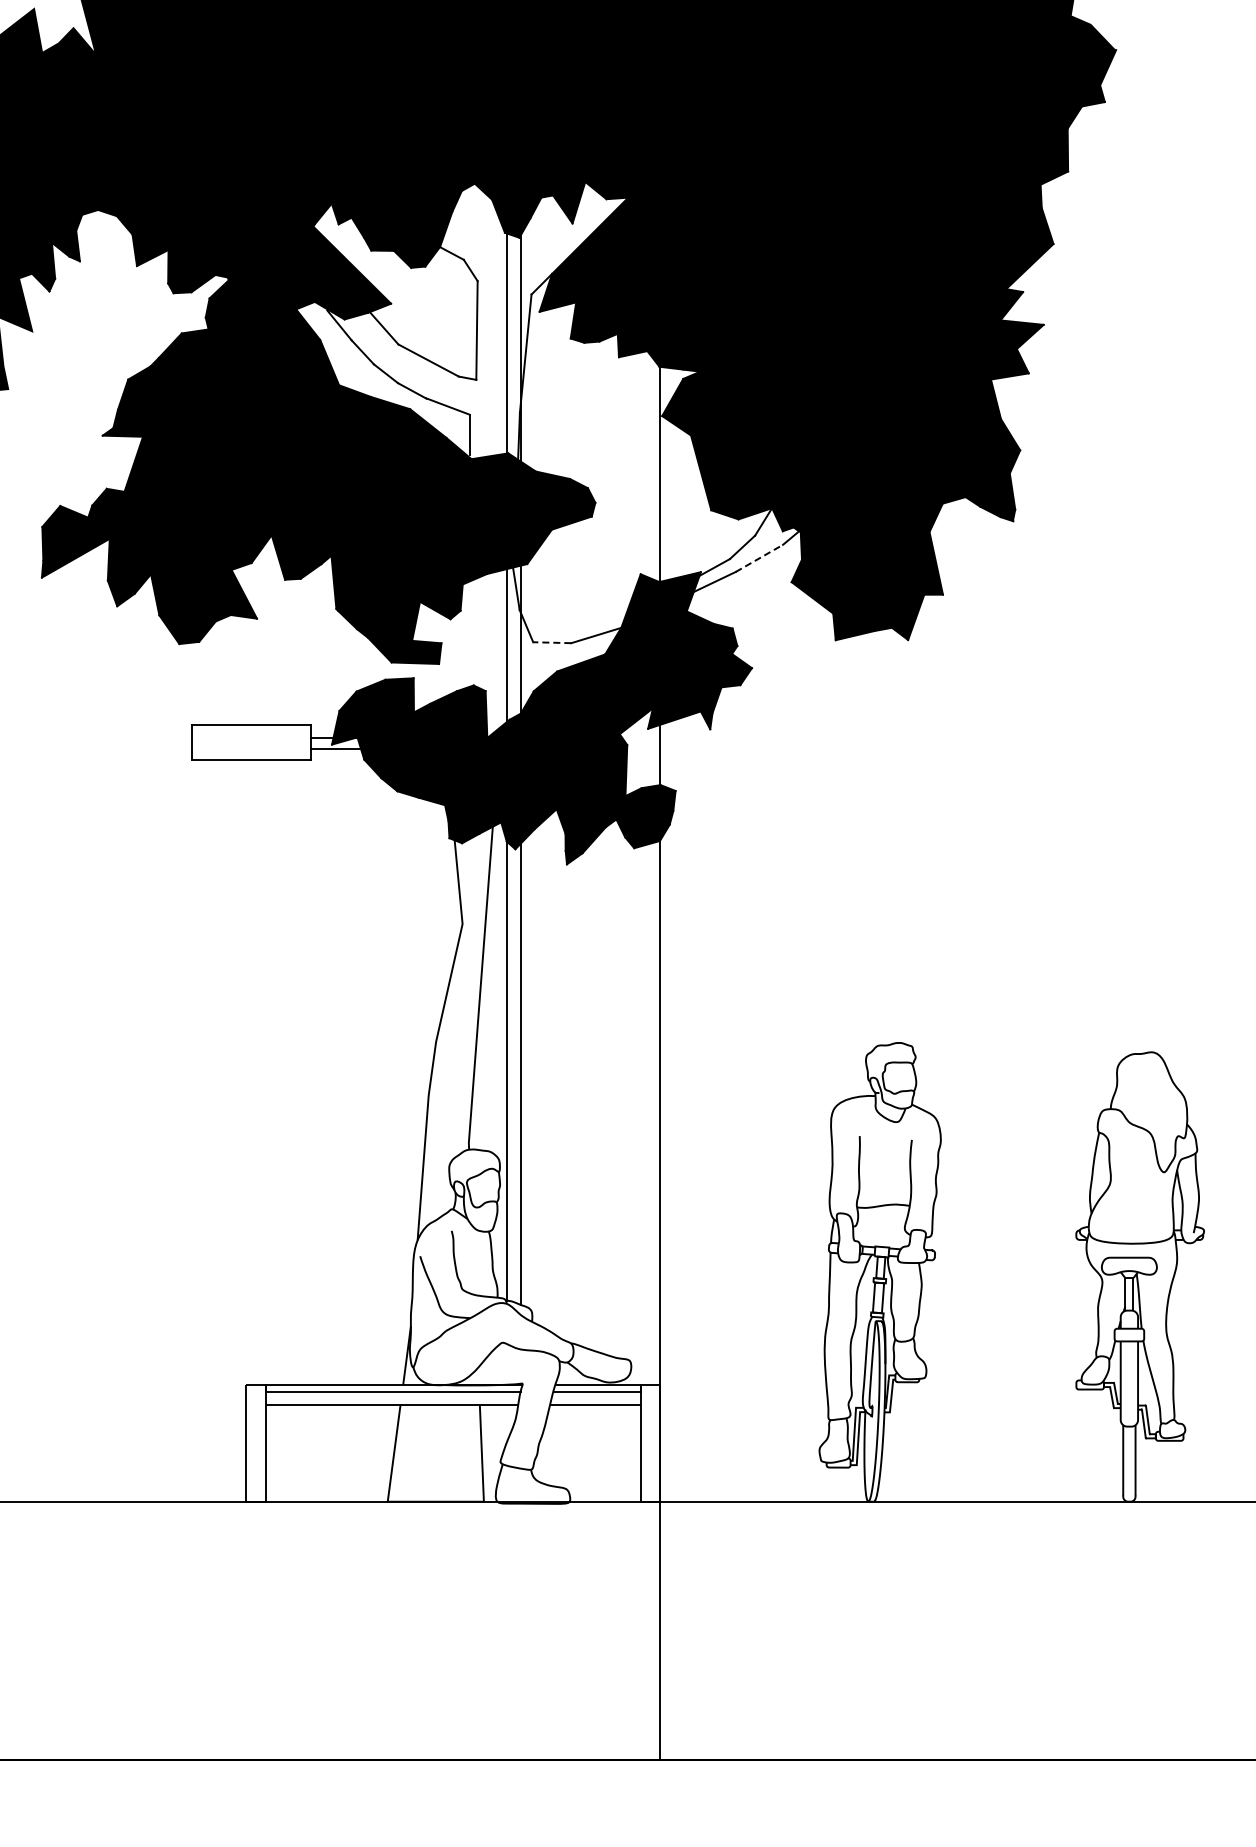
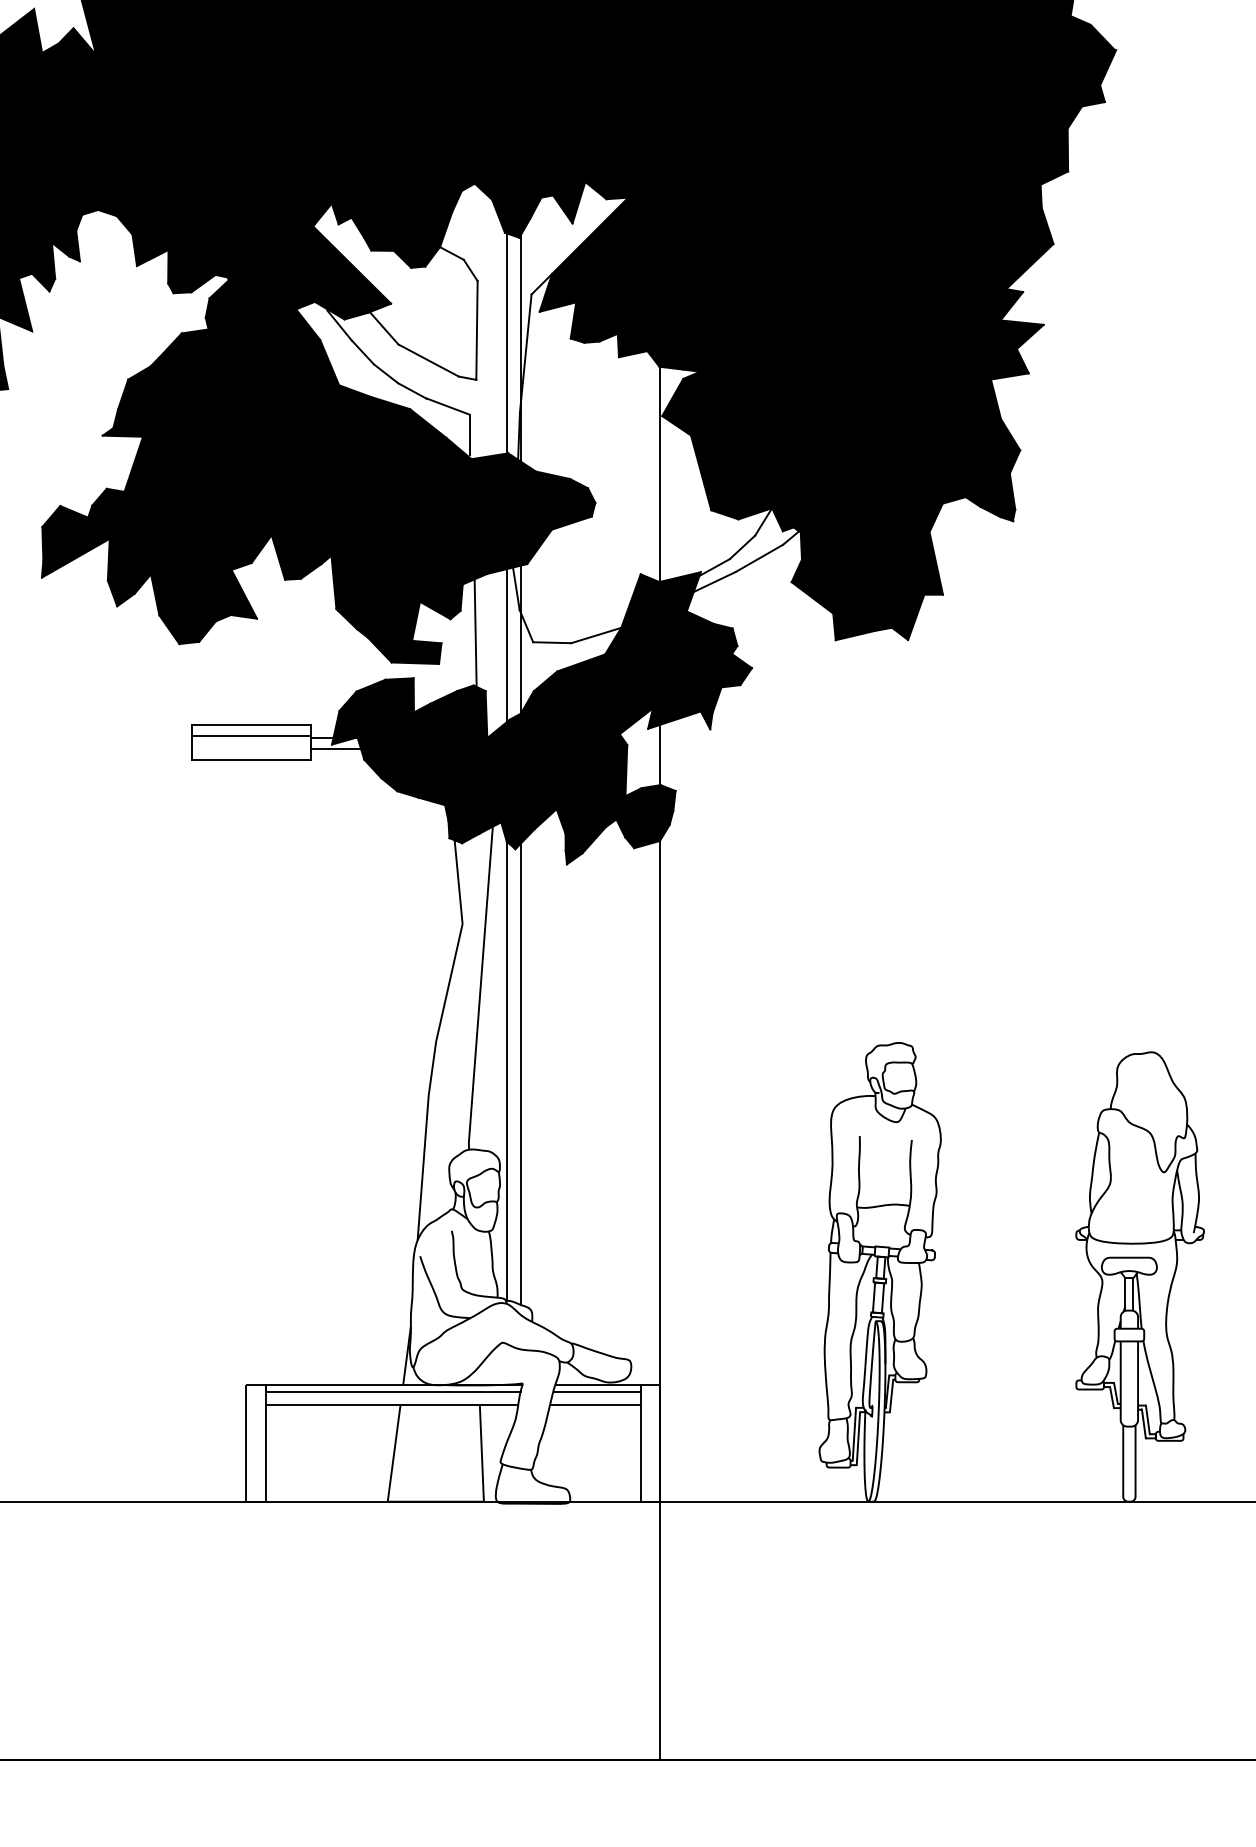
line at (759, 558): dashed -> solid
line at (475, 631): none -> present
line at (551, 642): dashed -> solid
line at (251, 735): none -> present
